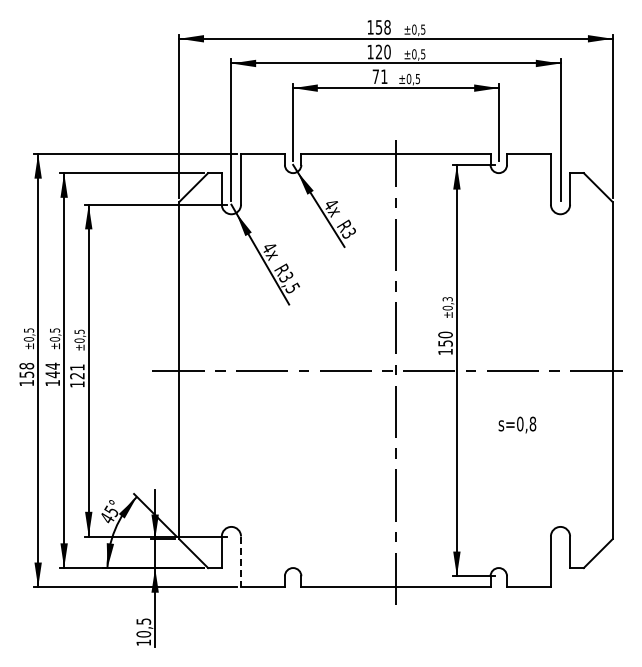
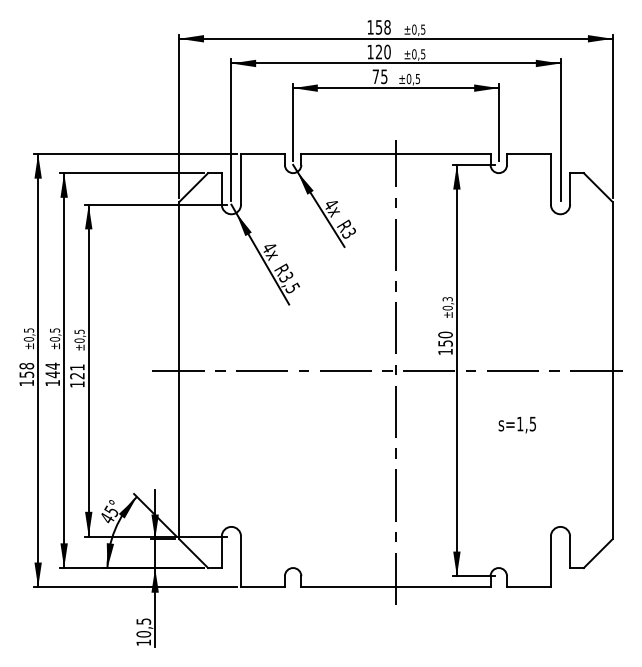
text at (384, 76): 71 -> 75
text at (526, 423): s=0,8 -> s=1,5
line at (241, 562): dashed -> solid
